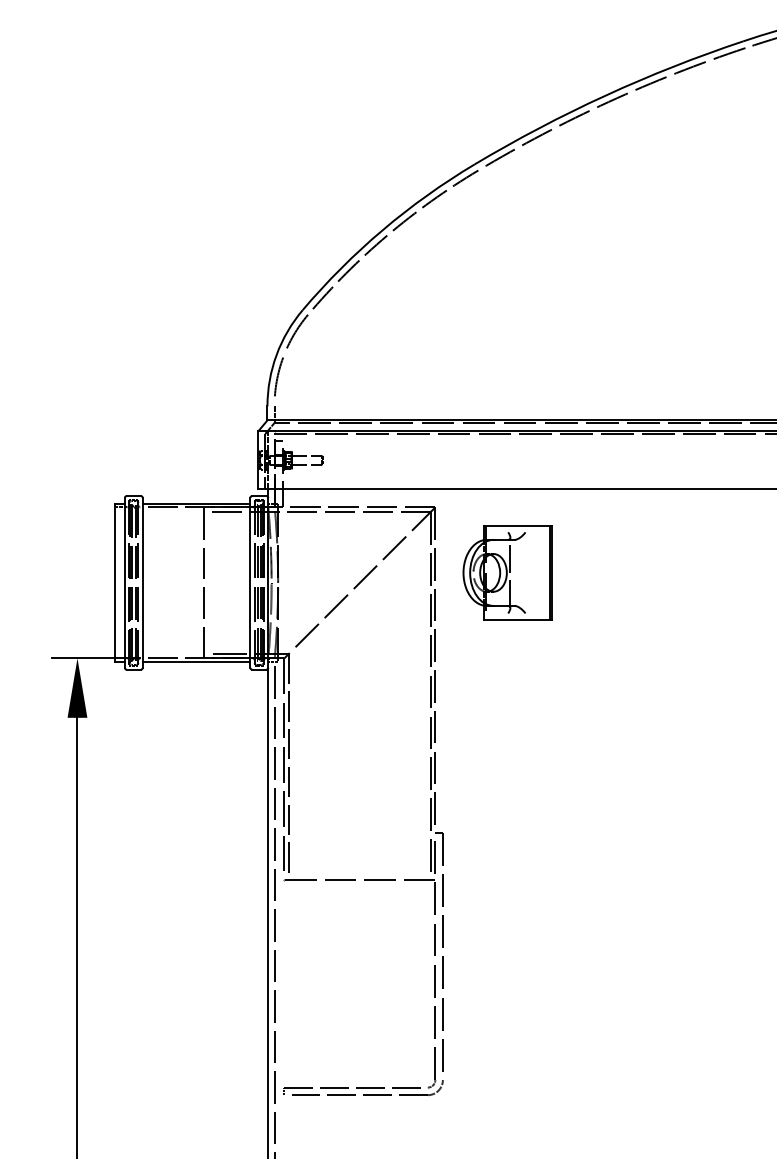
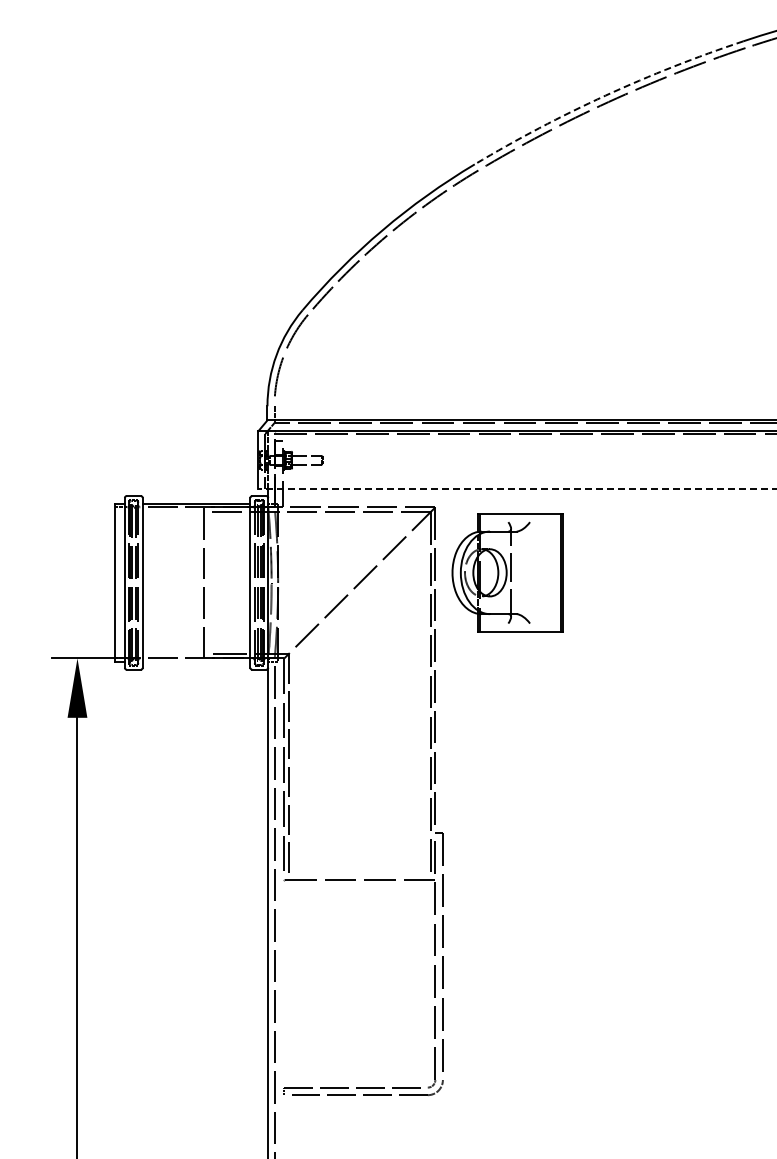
arc at (605, 95): solid -> dashed
line at (517, 488): solid -> dashed
part at (507, 572) size: 91x96 px -> 113x120 px
line at (196, 662): present -> none
